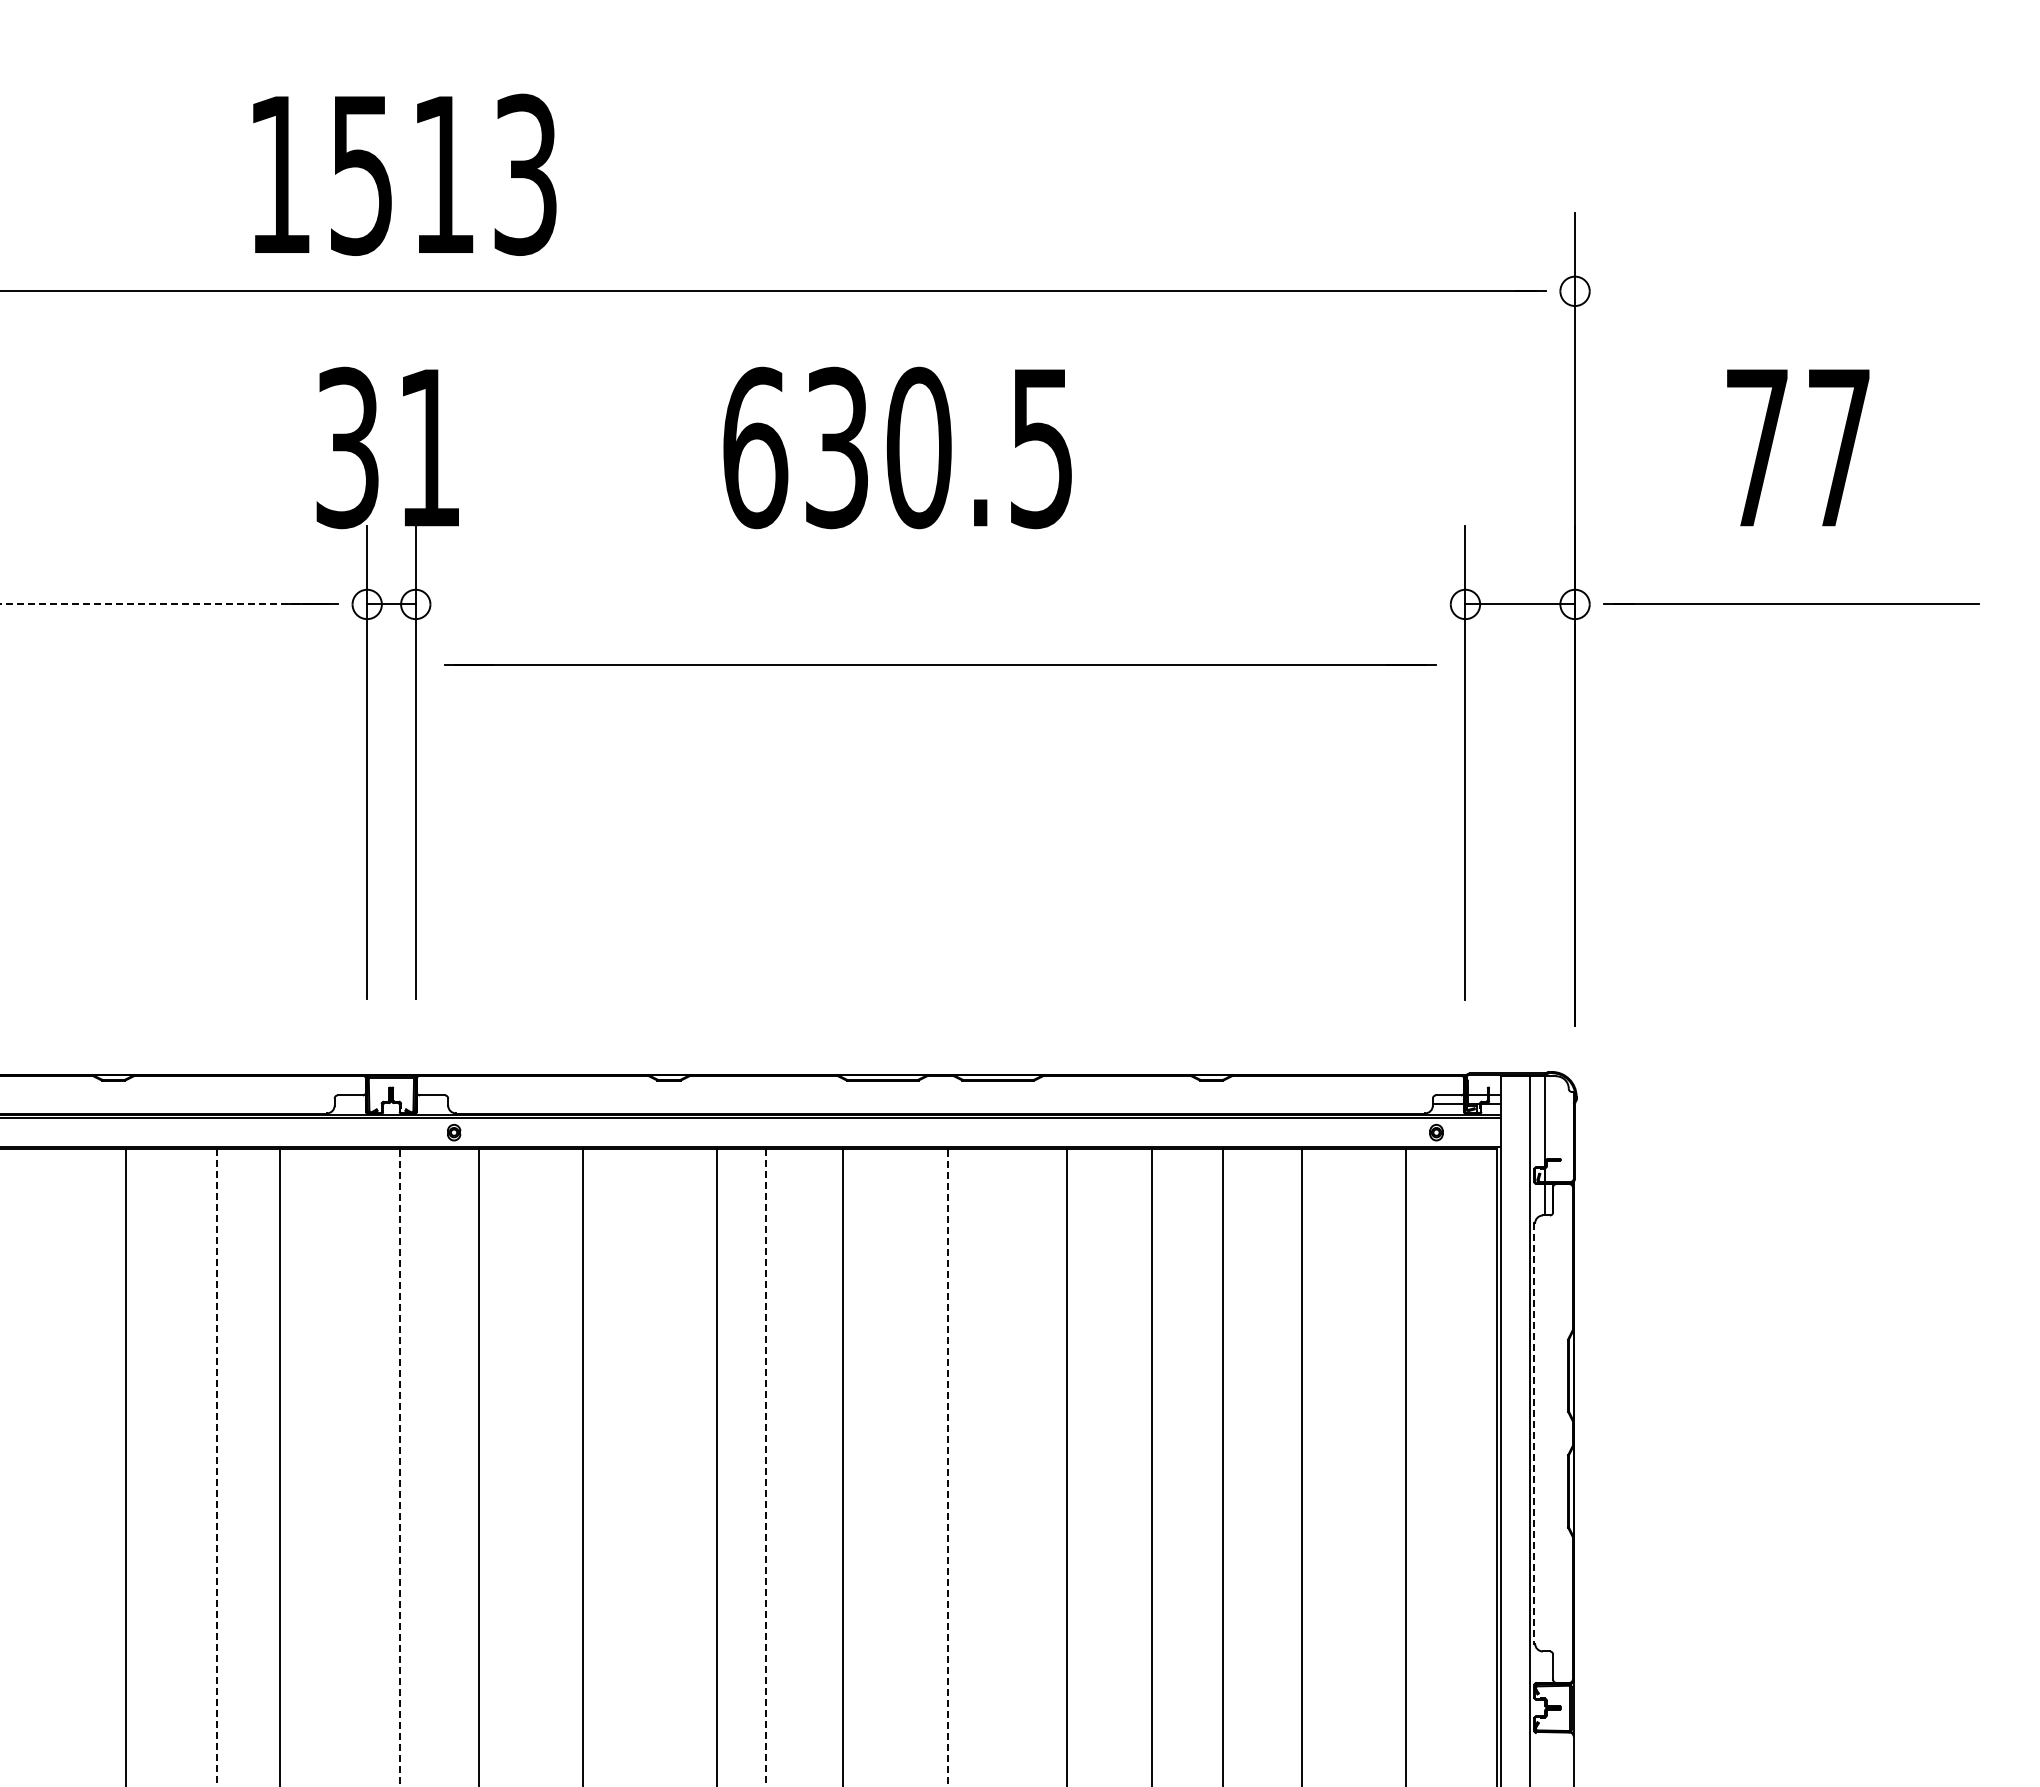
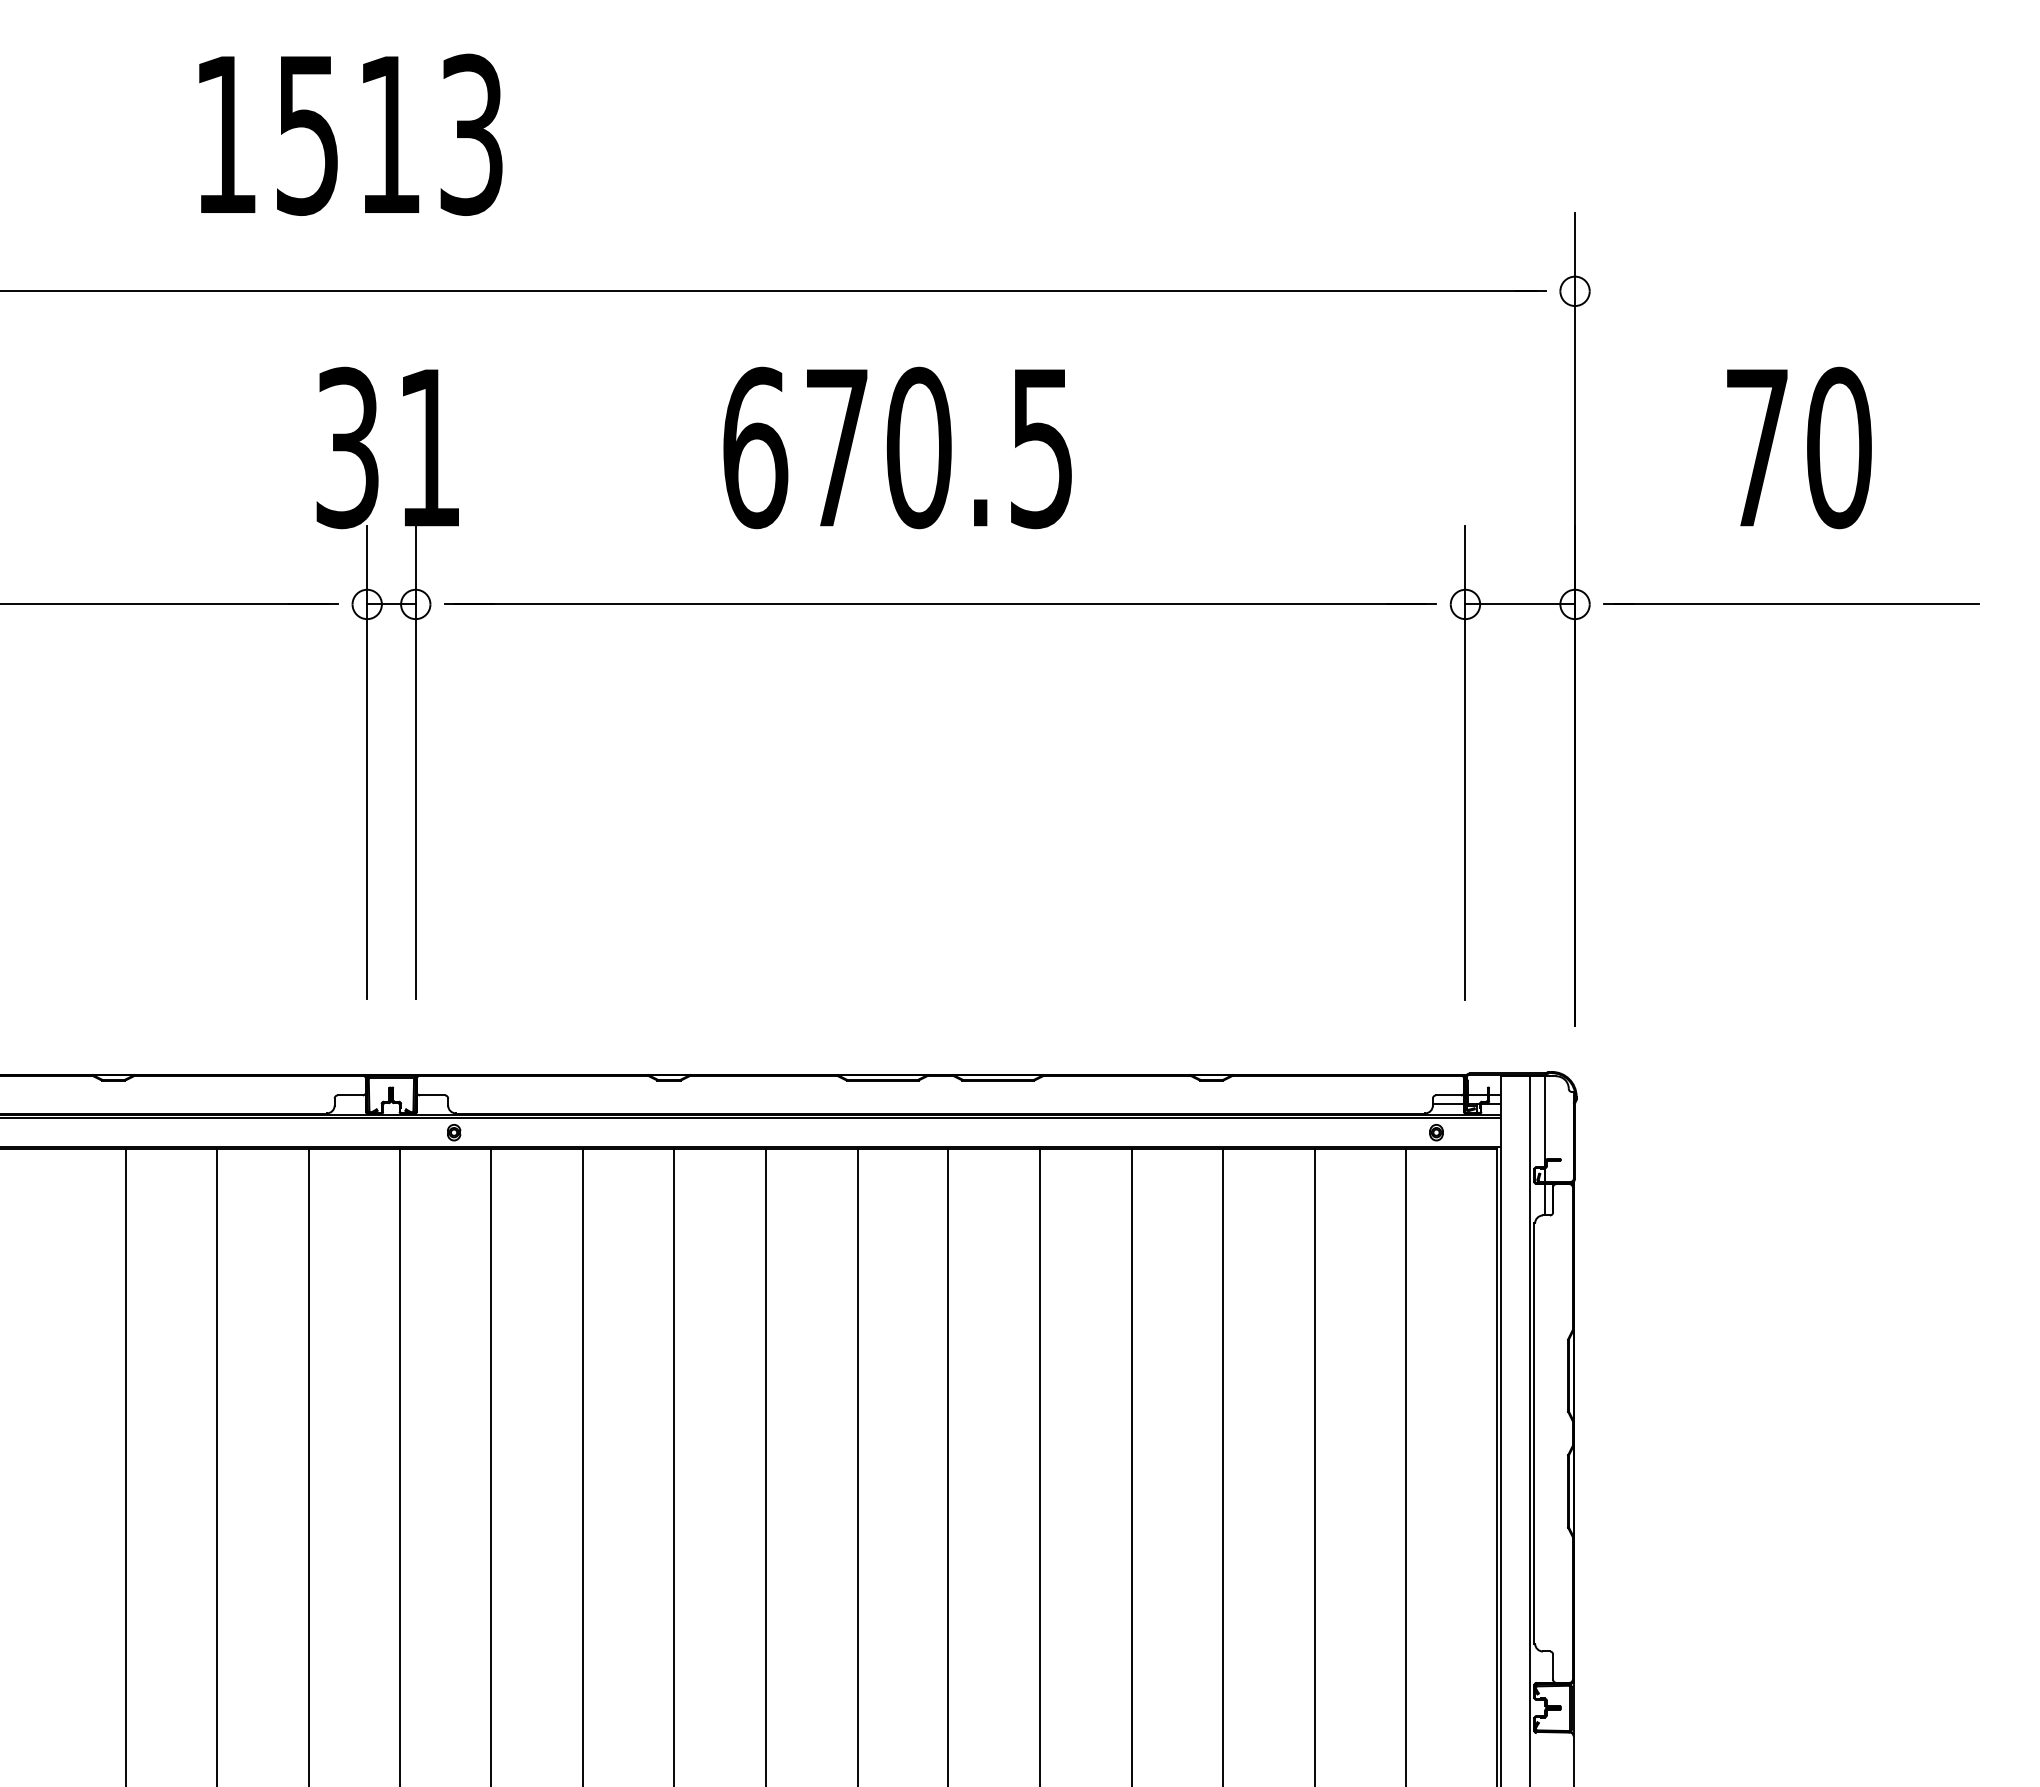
text at (404, 174) position: (404, 174) -> (350, 134)
text at (836, 447): 630.5 -> 670.5
text at (1839, 447): 77 -> 70
line at (164, 604): dashed -> solid
line at (940, 664) position: (940, 664) -> (940, 603)
line at (1534, 1433): dashed -> solid
line at (279, 1465) position: (279, 1465) -> (308, 1465)
line at (479, 1465) position: (479, 1465) -> (491, 1465)
line at (717, 1465) position: (717, 1465) -> (674, 1465)
line at (842, 1465) position: (842, 1465) -> (857, 1465)
line at (1066, 1465) position: (1066, 1465) -> (1039, 1465)
line at (1151, 1465) position: (1151, 1465) -> (1131, 1465)
line at (1301, 1465) position: (1301, 1465) -> (1314, 1465)
line at (217, 1467): dashed -> solid
line at (399, 1467): dashed -> solid
line at (765, 1467): dashed -> solid
line at (948, 1467): dashed -> solid
